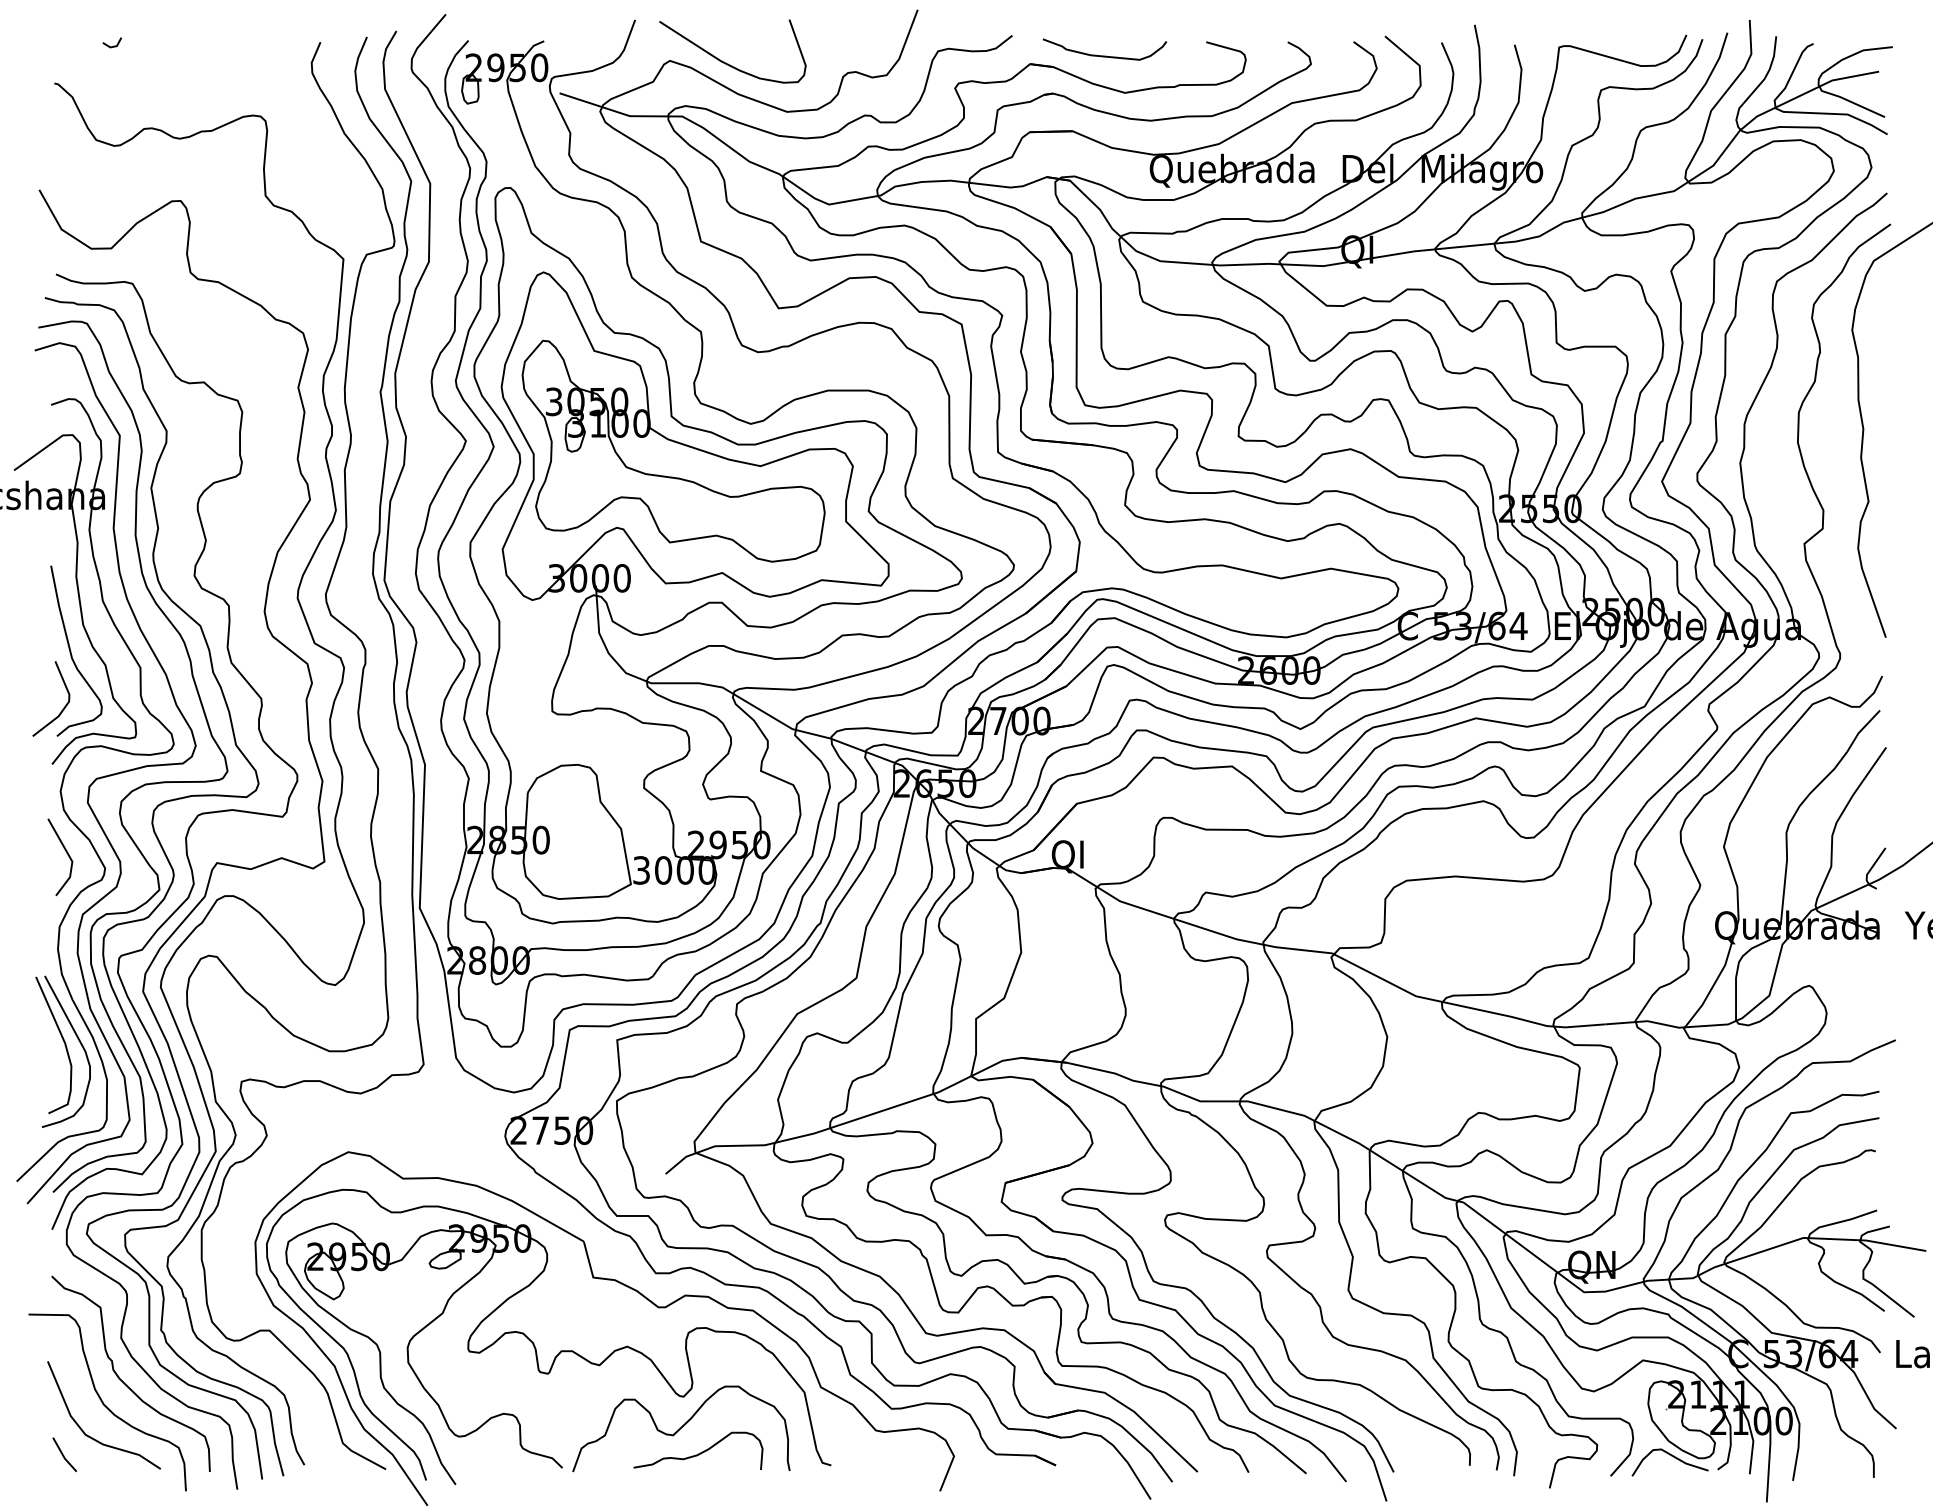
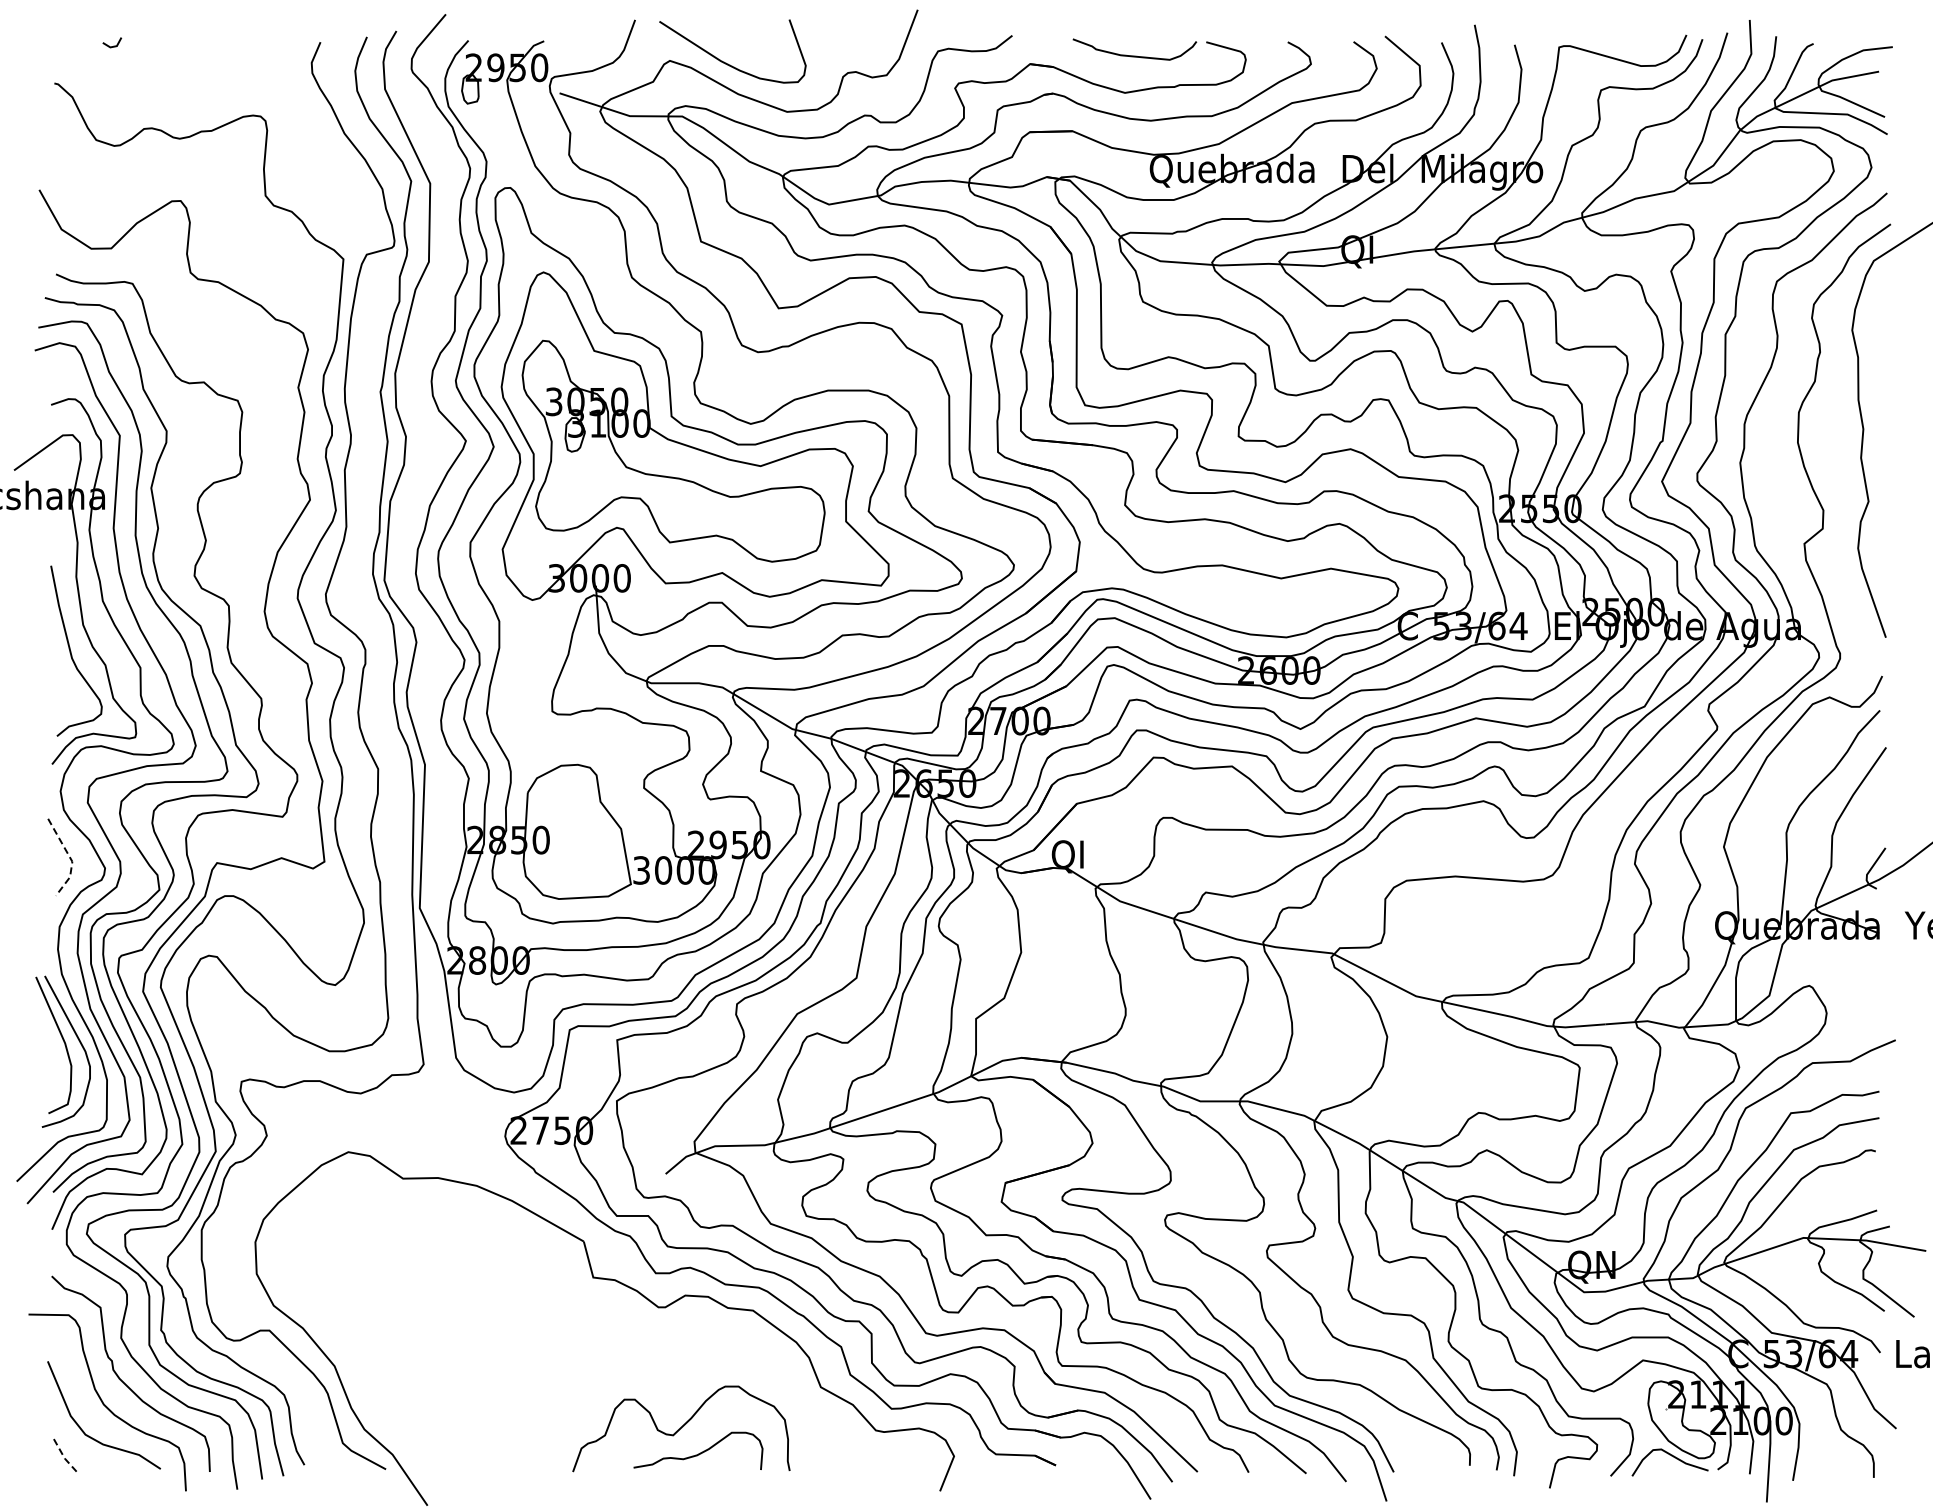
curve at (1104, 55) position: (1104, 55) -> (1134, 55)
line at (63, 707): present -> none
line at (70, 858): solid -> dashed
part at (534, 1343): present -> none
line at (63, 1456): solid -> dashed
